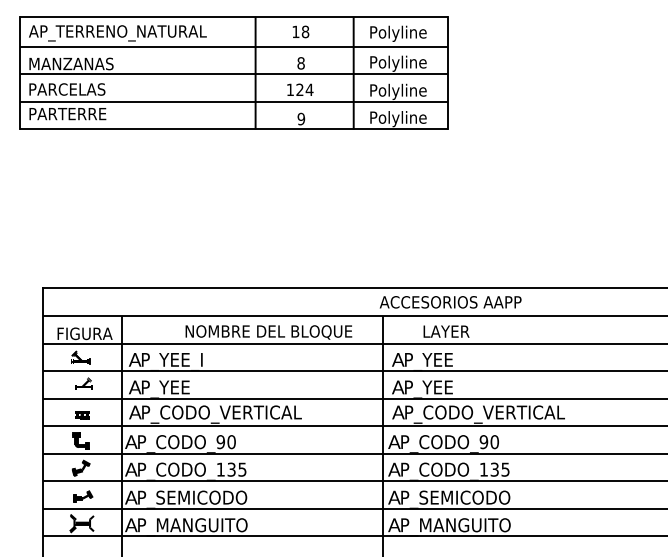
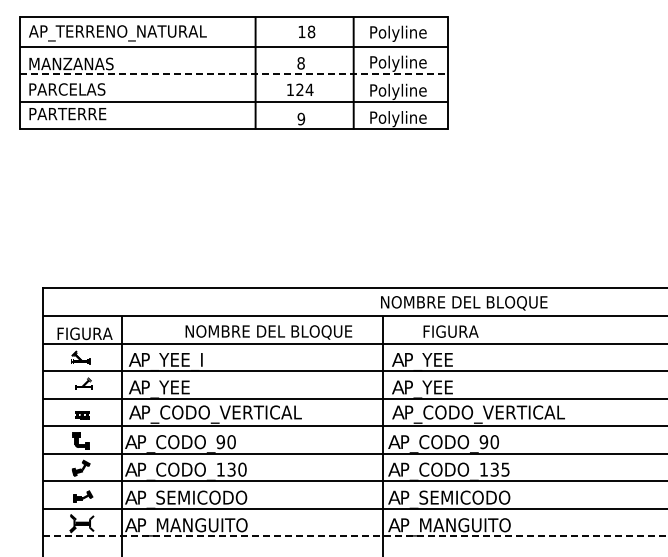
text at (300, 31) position: (300, 31) -> (306, 31)
line at (234, 74): solid -> dashed
text at (463, 303): ACCESORIOS AAPP -> NOMBRE DEL BLOQUE
text at (451, 331): LAYER -> FIGURA
text at (242, 469): P_CODO_135 -> P_CODO_130
line at (355, 536): solid -> dashed
